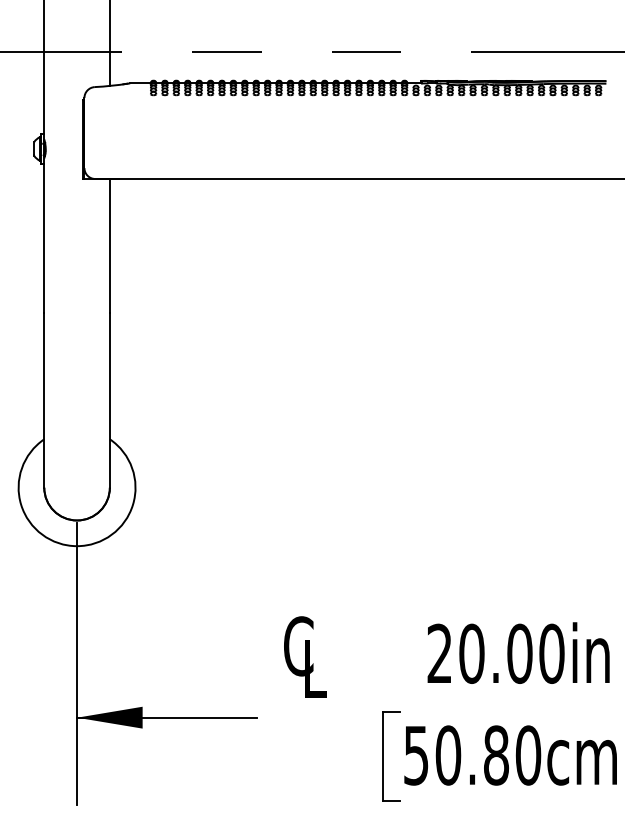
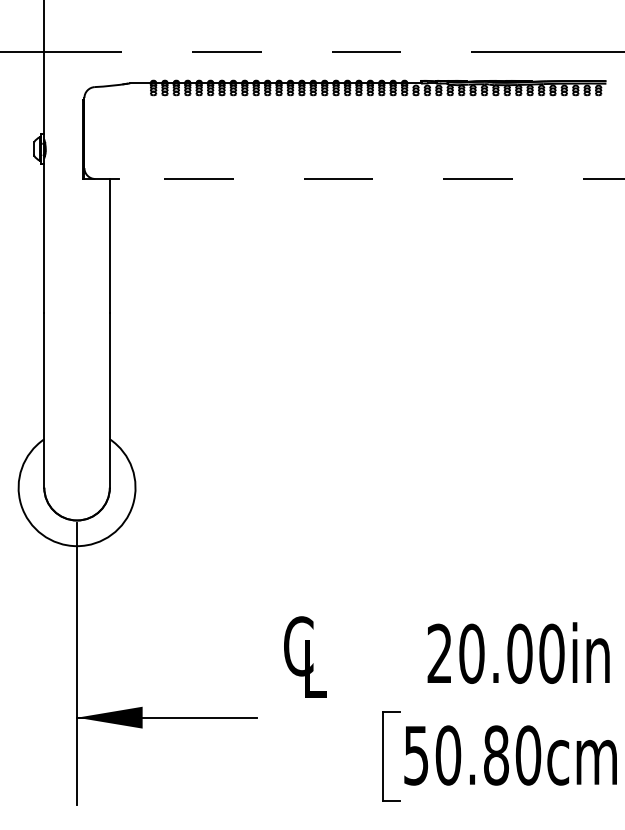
line at (109, 43): present -> none
line at (359, 179): solid -> dashed
